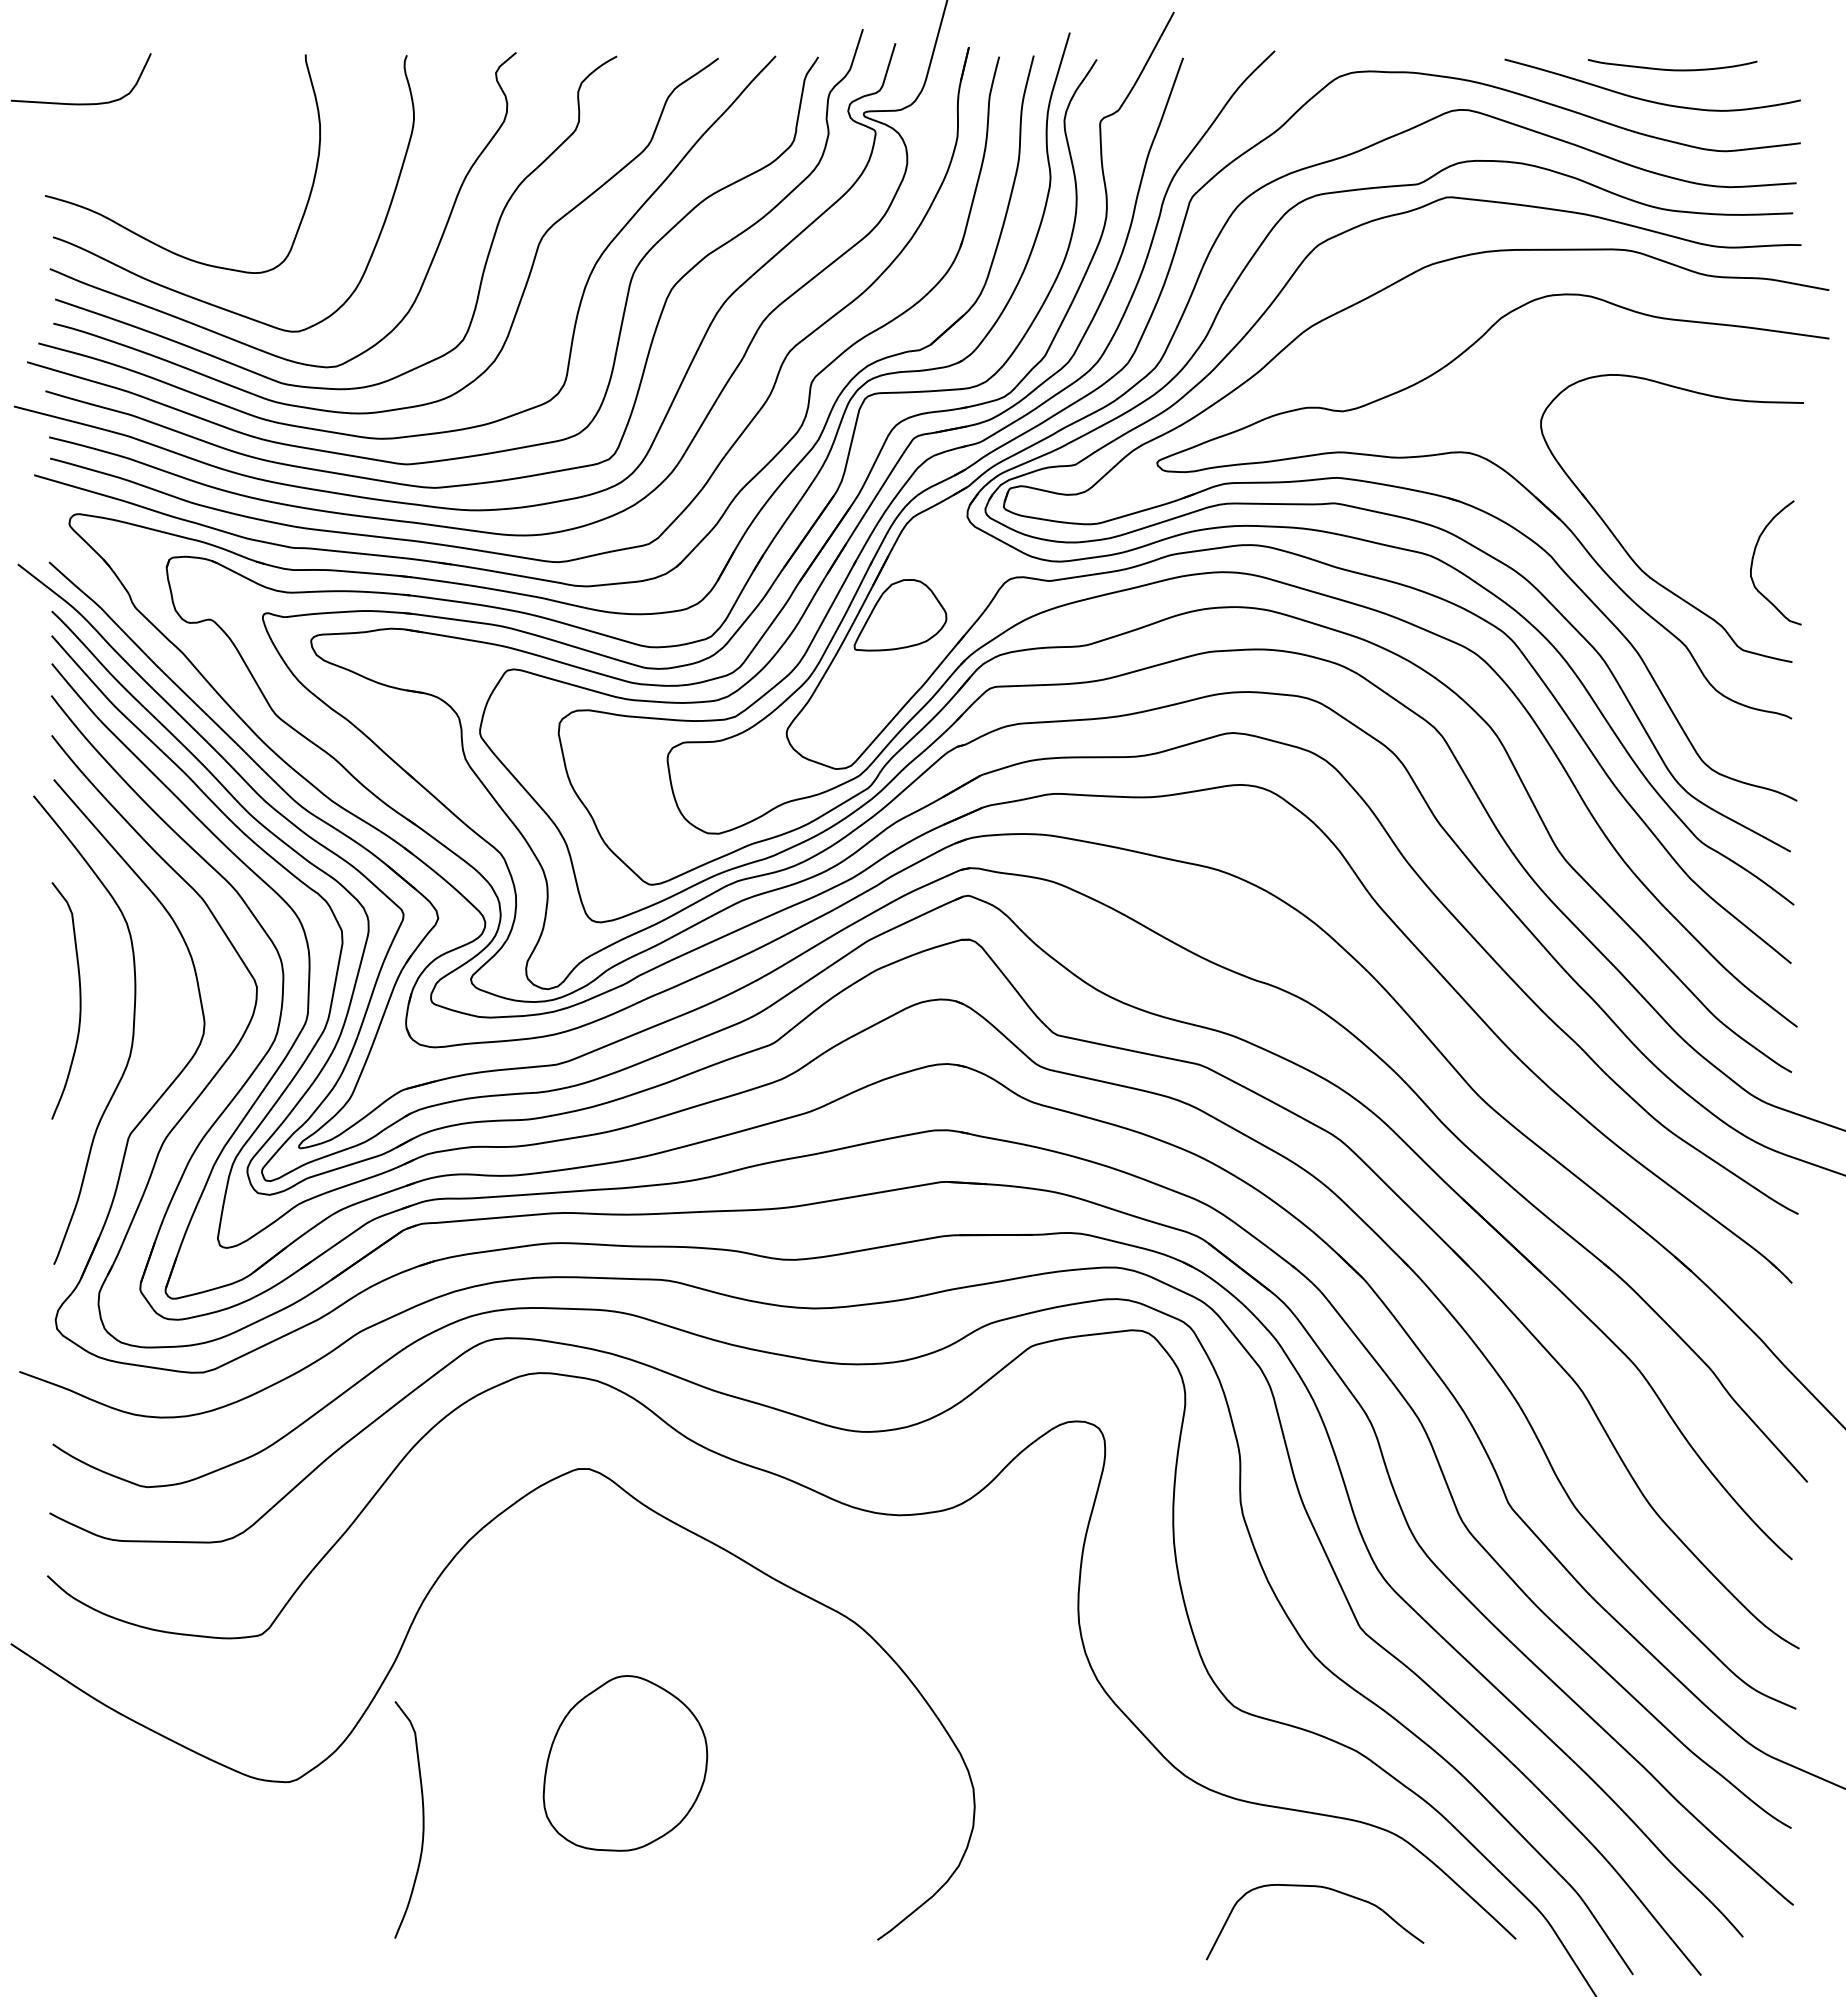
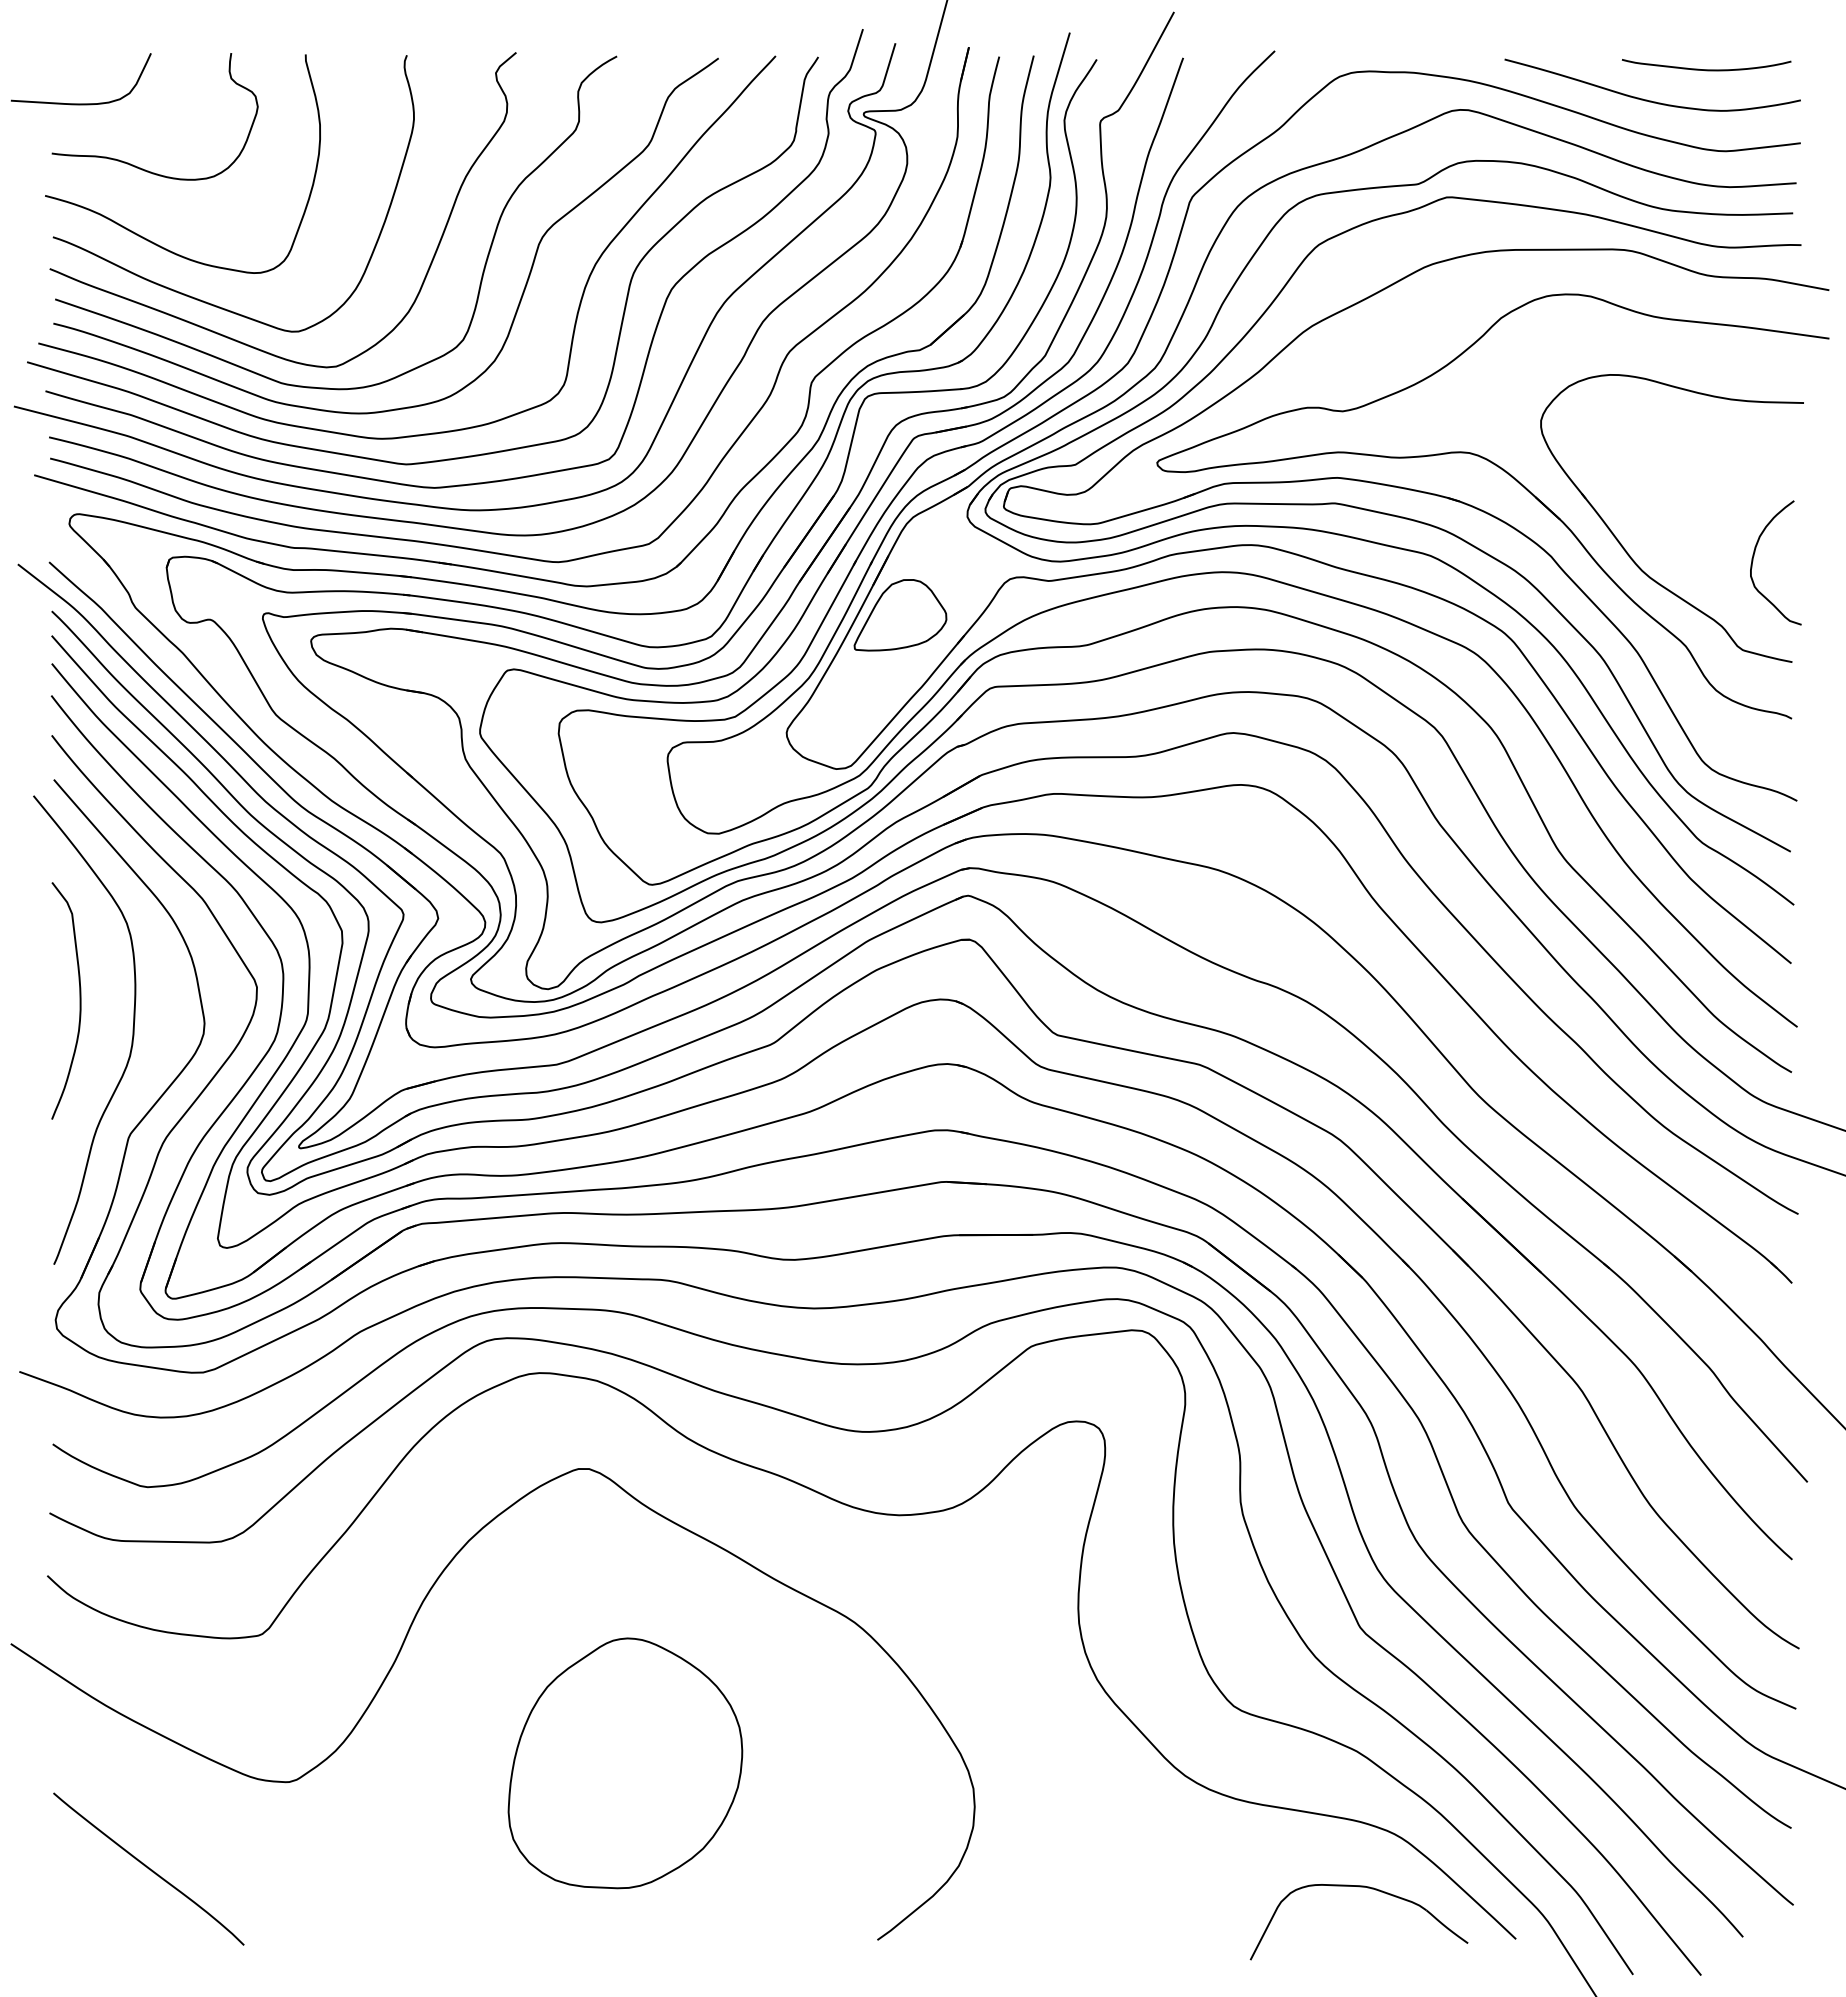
curve at (1672, 69) position: (1672, 69) -> (1706, 69)
curve at (133, 164): none -> present
part at (625, 1763) size: 167x177 px -> 237x253 px
curve at (422, 1819): present -> none
curve at (148, 1868): none -> present
part at (1315, 1887) position: (1315, 1887) -> (1359, 1887)
